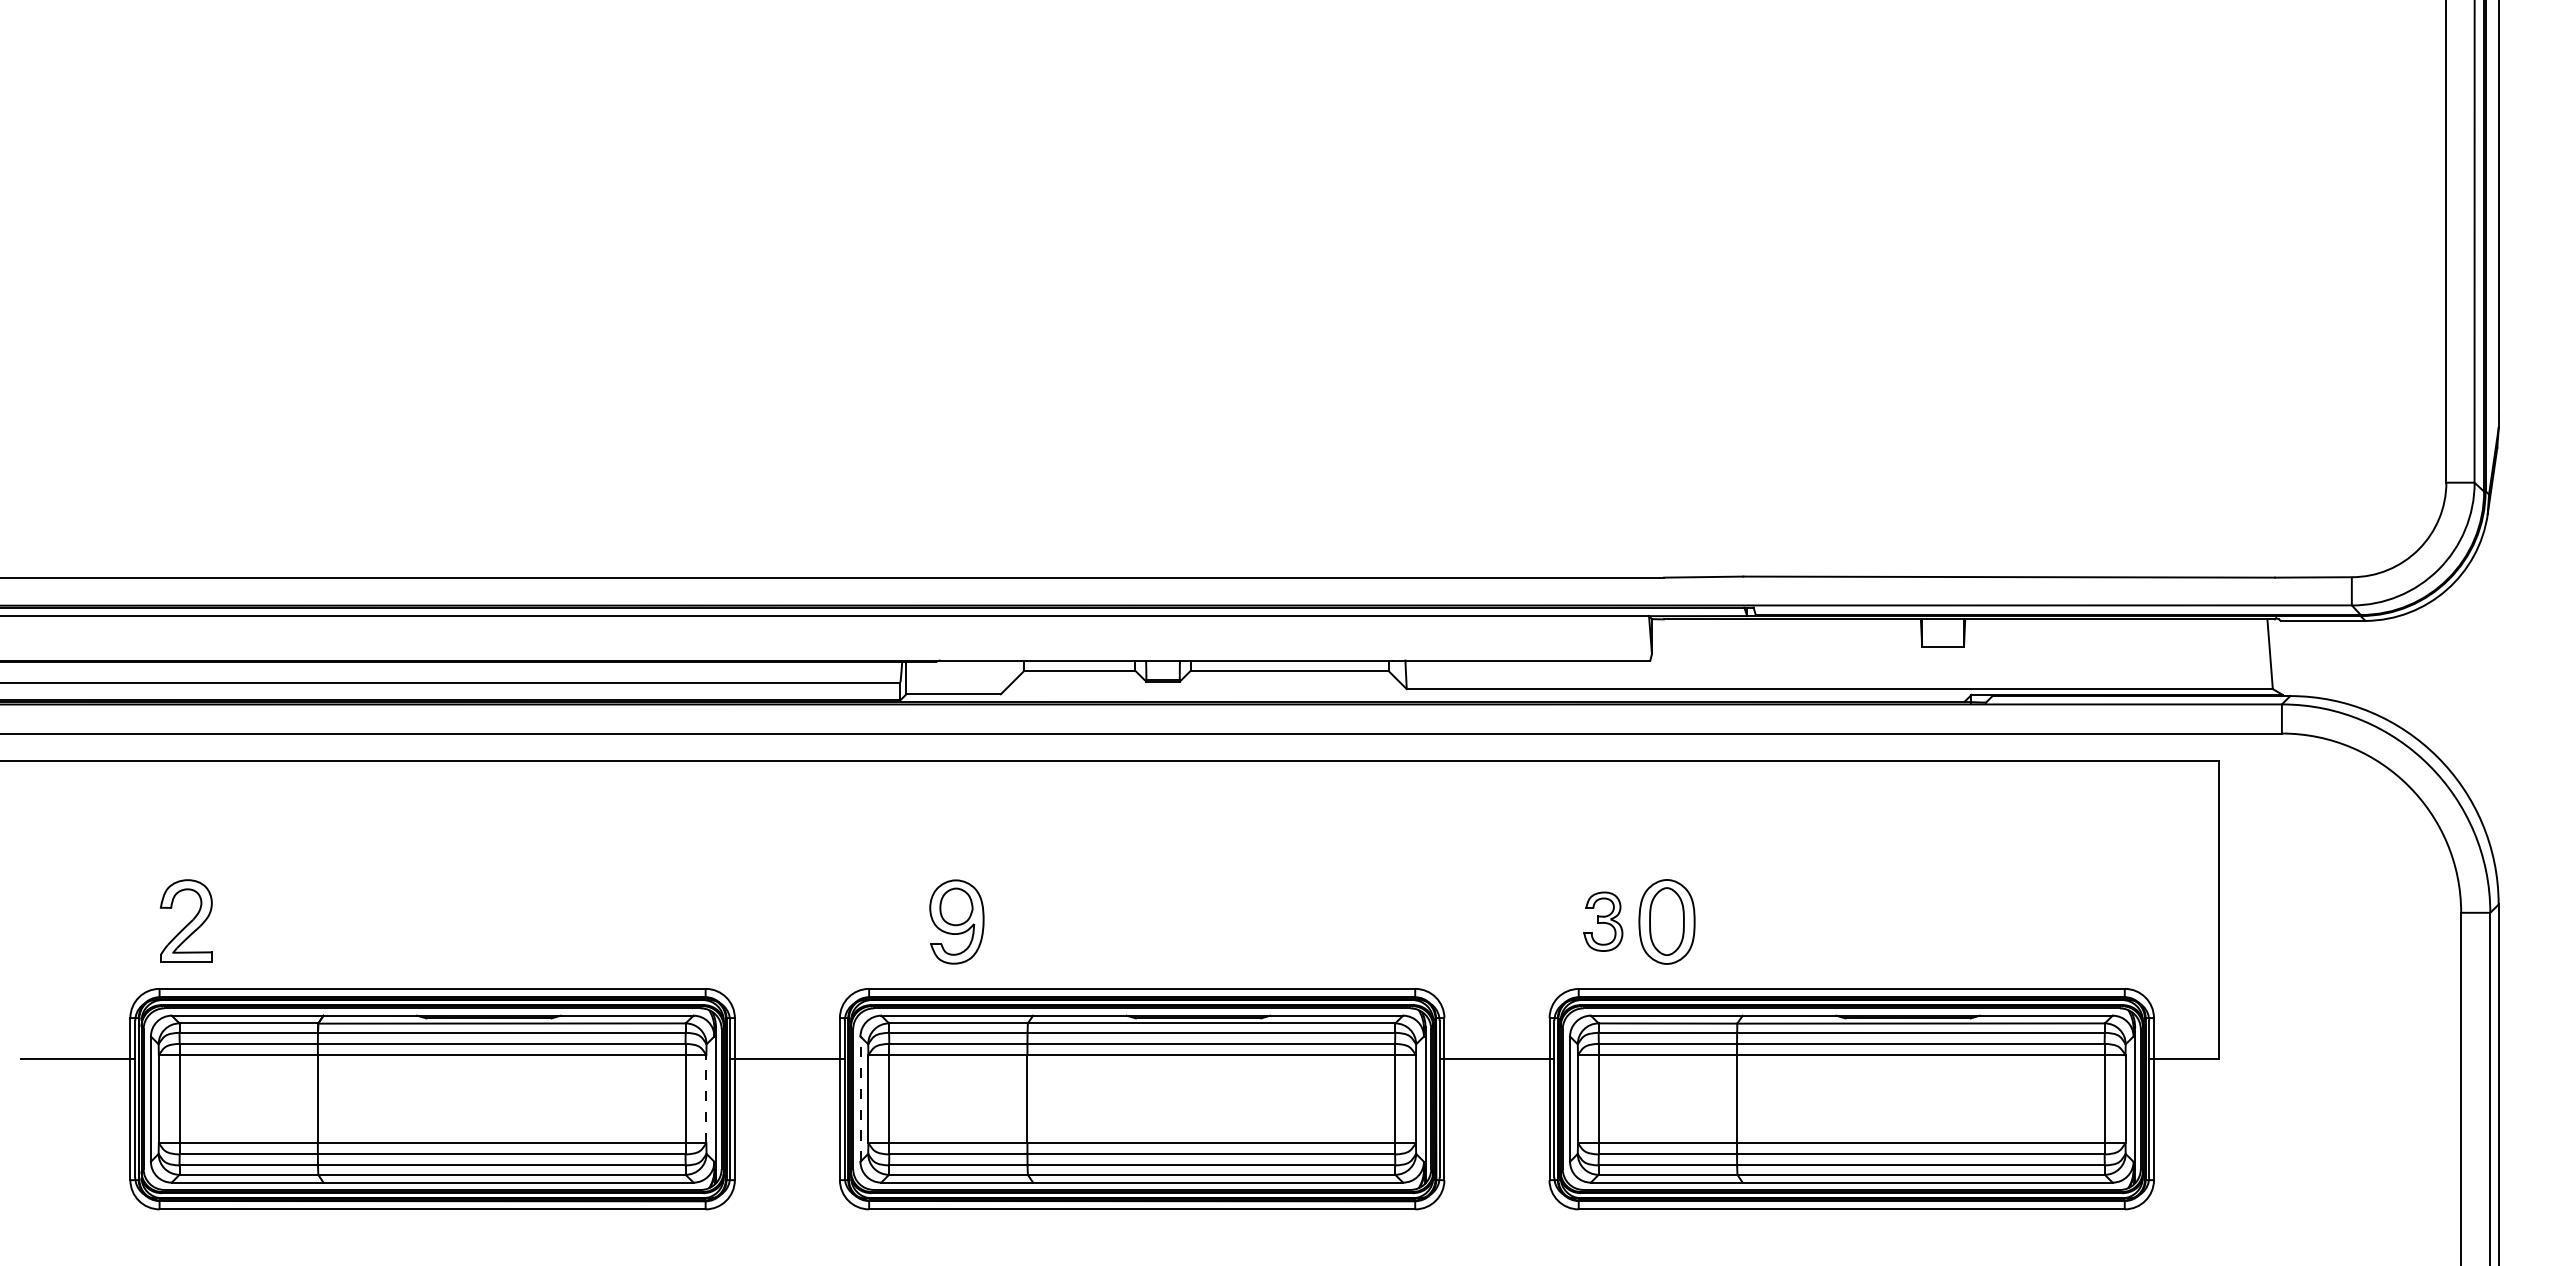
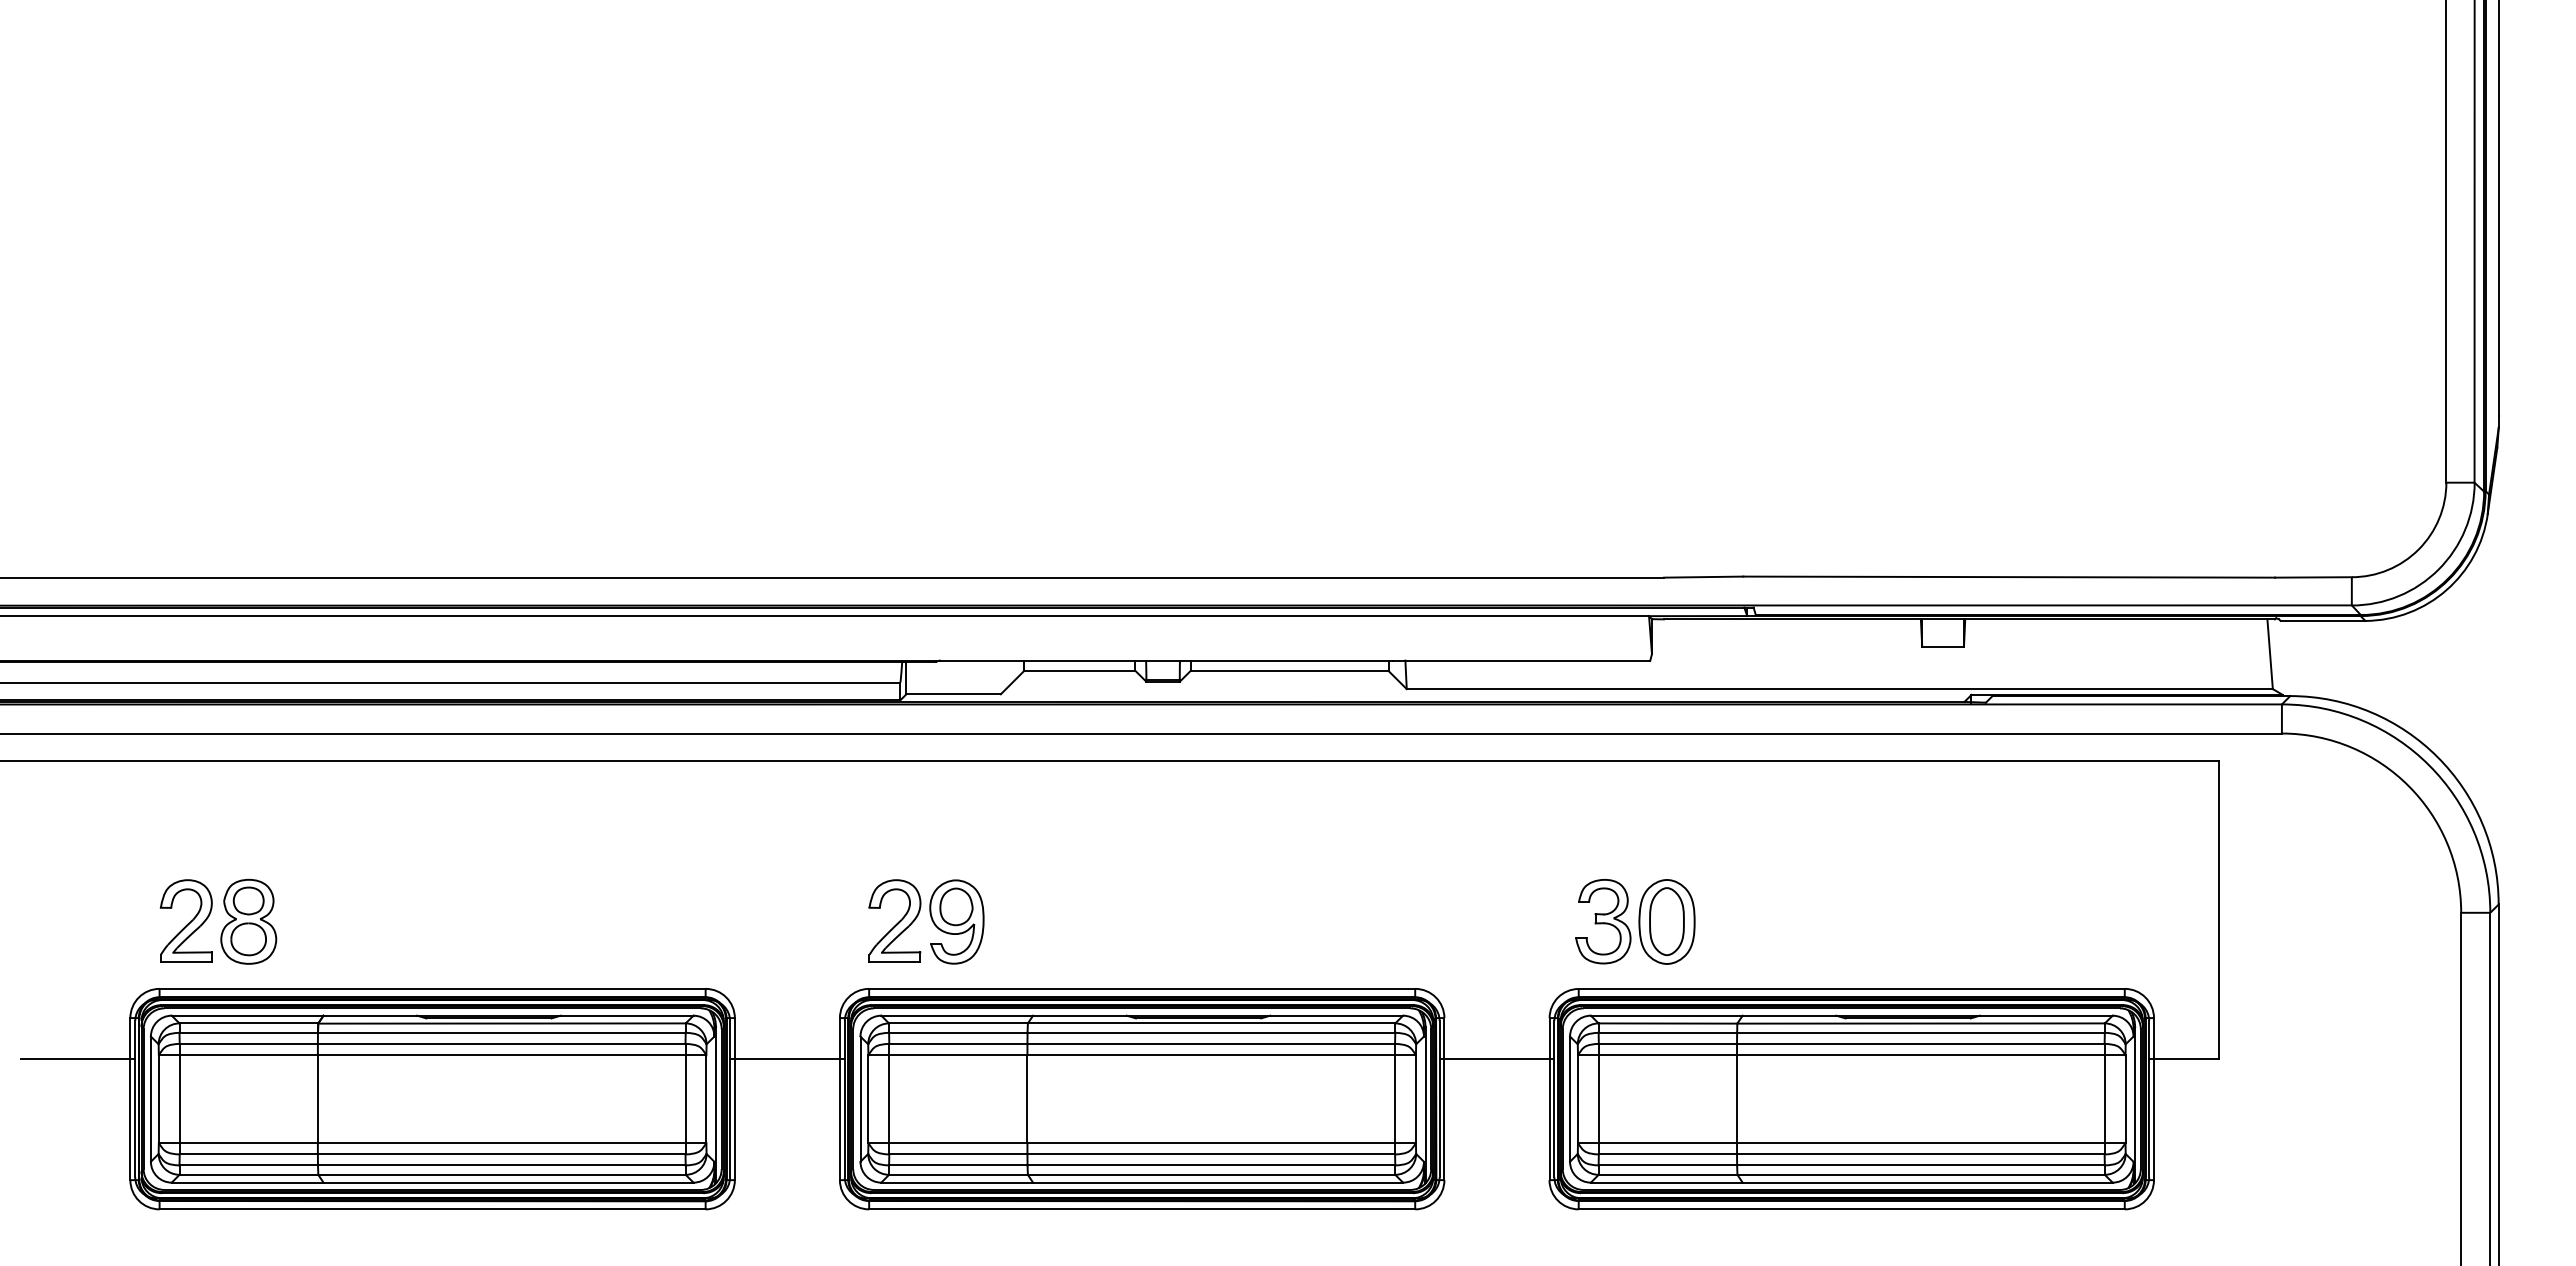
part at (894, 920): none -> present
part at (248, 921): none -> present
part at (1603, 921) size: 41x61 px -> 57x86 px
line at (706, 1099): dashed -> solid
line at (860, 1099): dashed -> solid
